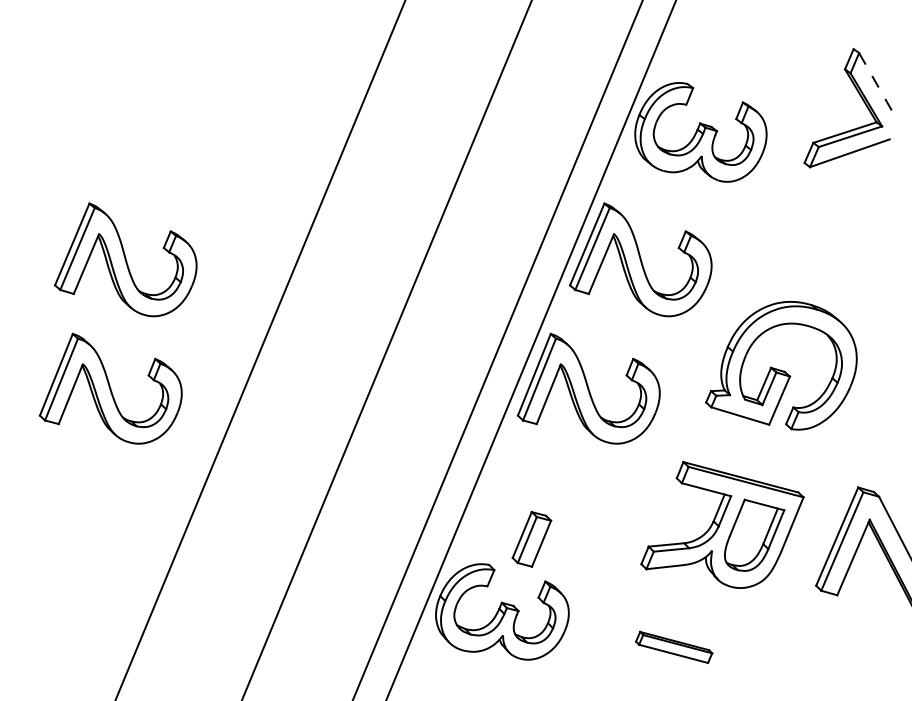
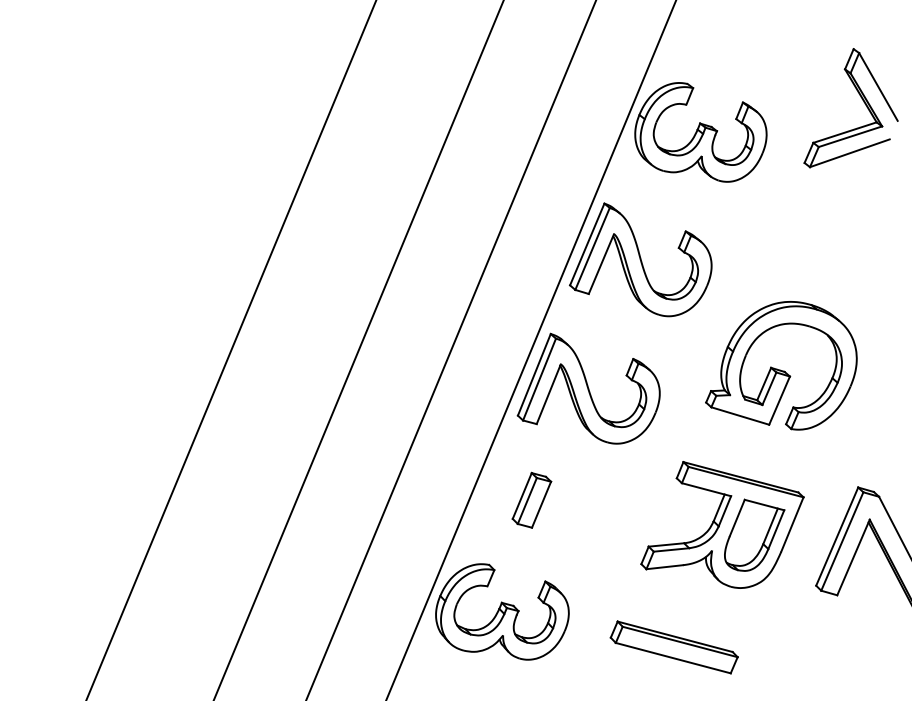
line at (878, 87): dashed -> solid
part at (125, 259): present -> none
line at (260, 349) position: (260, 349) -> (231, 349)
line at (387, 349) position: (387, 349) -> (358, 349)
line at (497, 349) position: (497, 349) -> (451, 349)
part at (110, 388): present -> none
part at (531, 538) position: (531, 538) -> (531, 499)
part at (674, 647) size: 79x35 px -> 130x55 px
